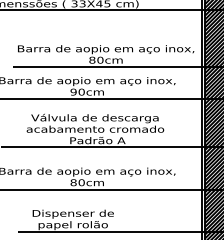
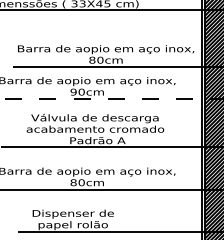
line at (111, 99): solid -> dashed
